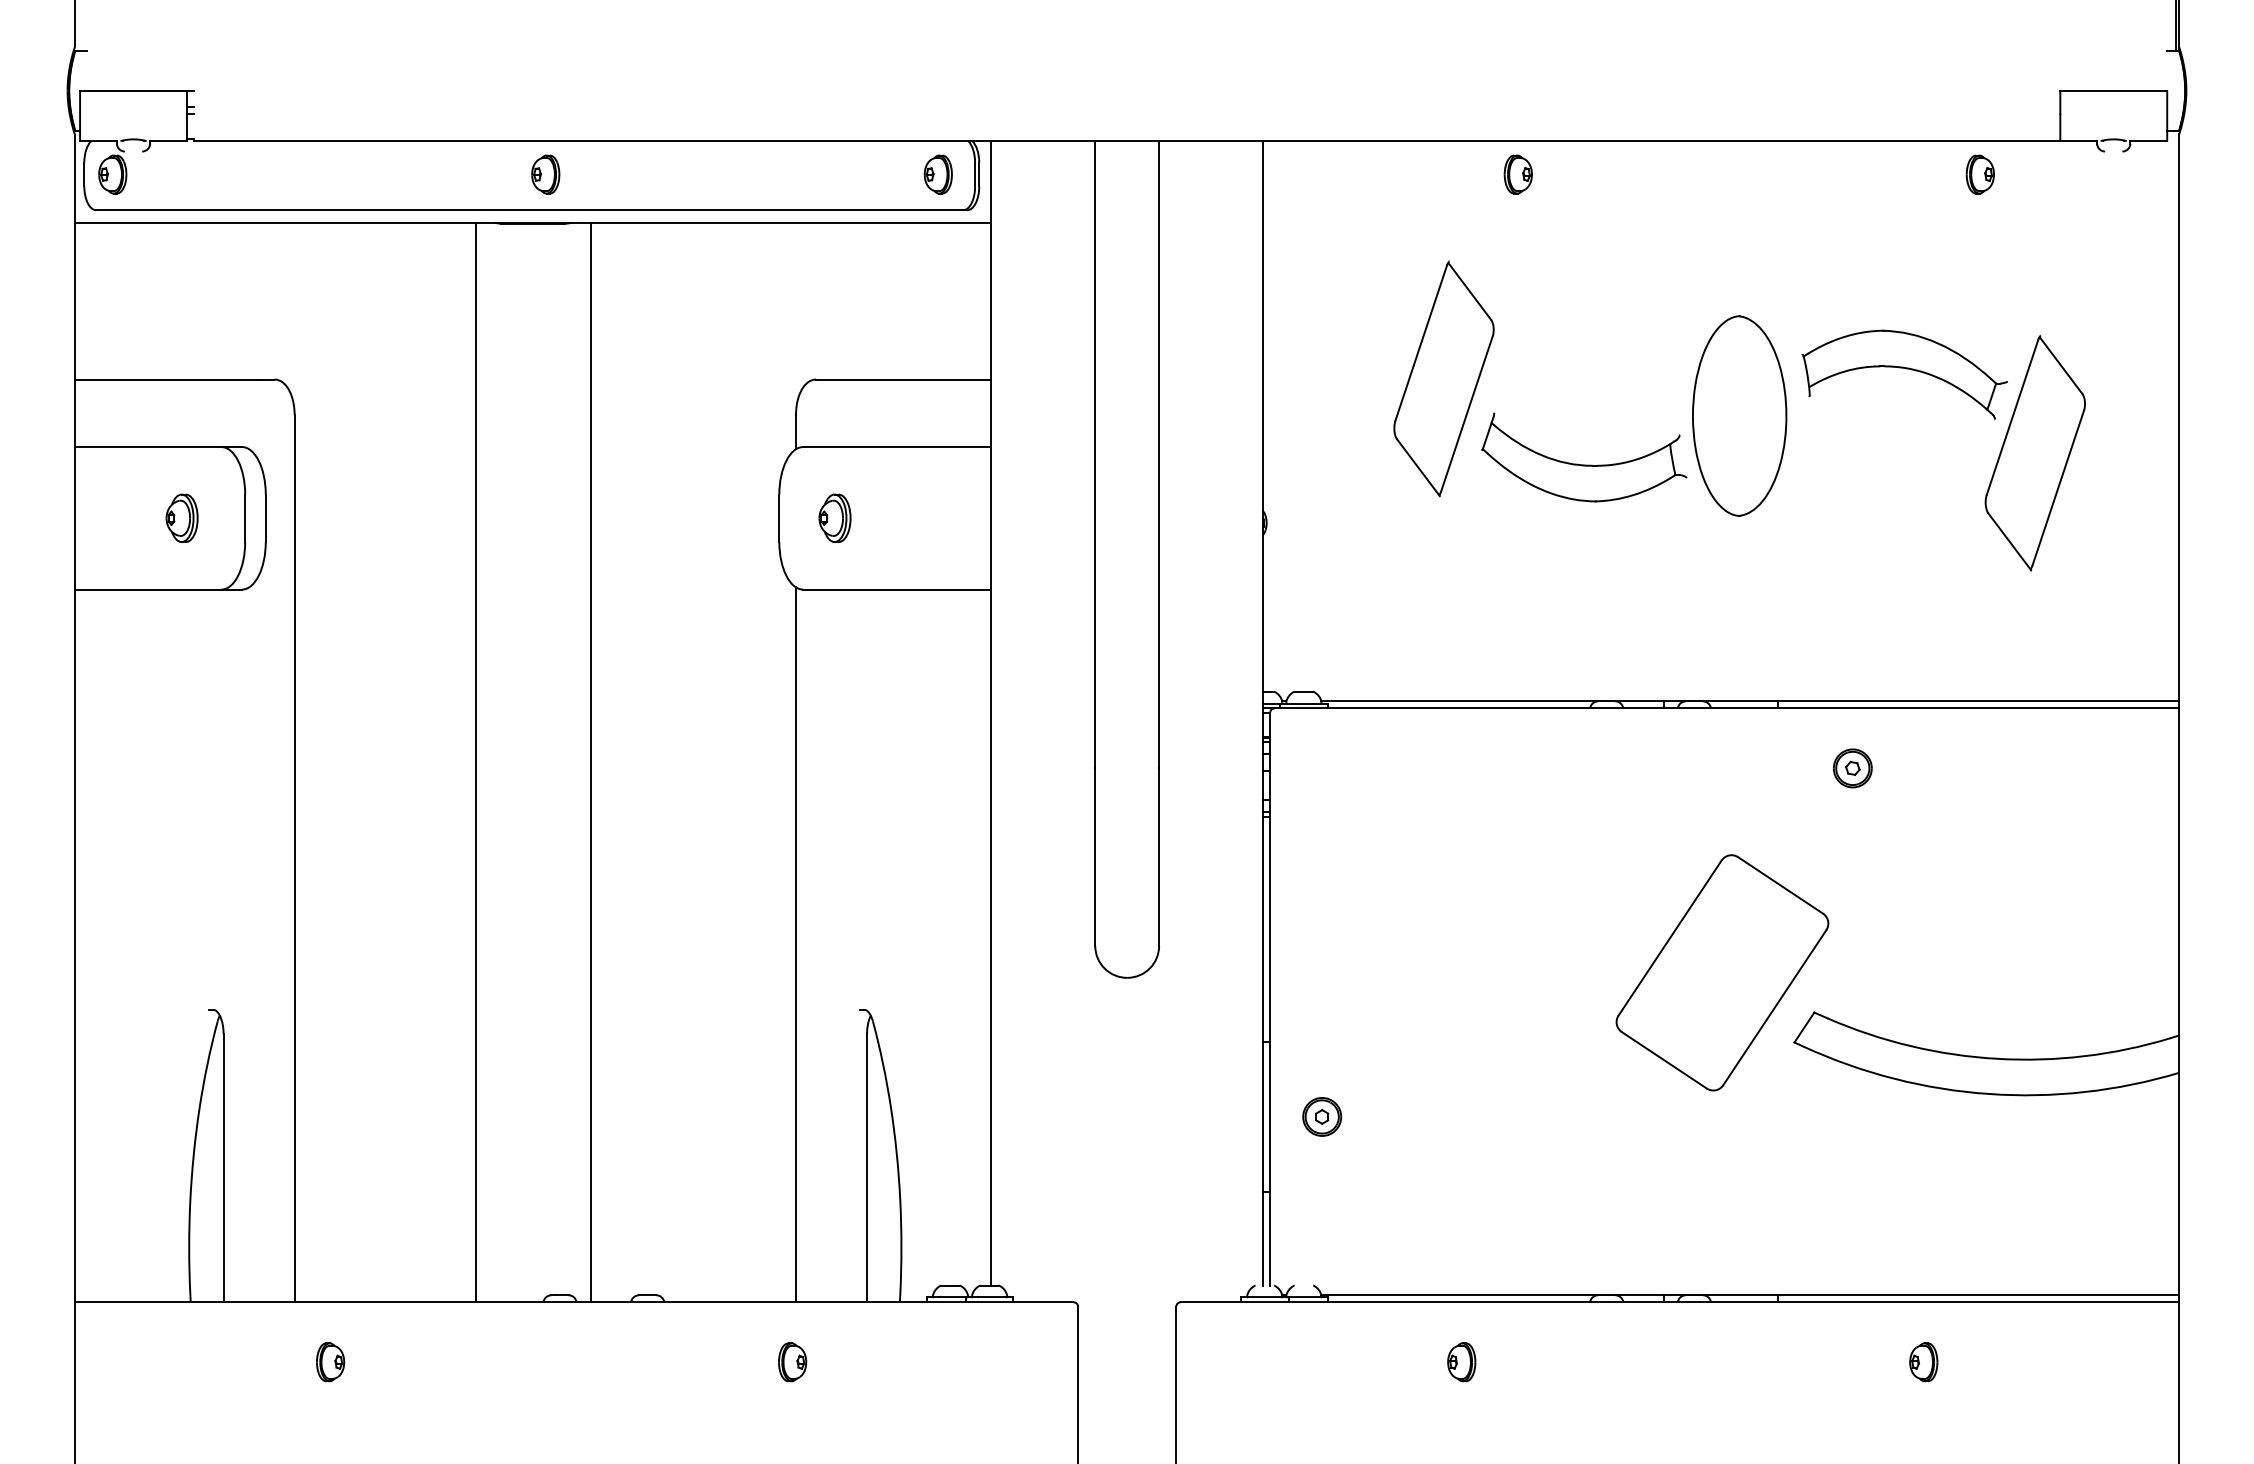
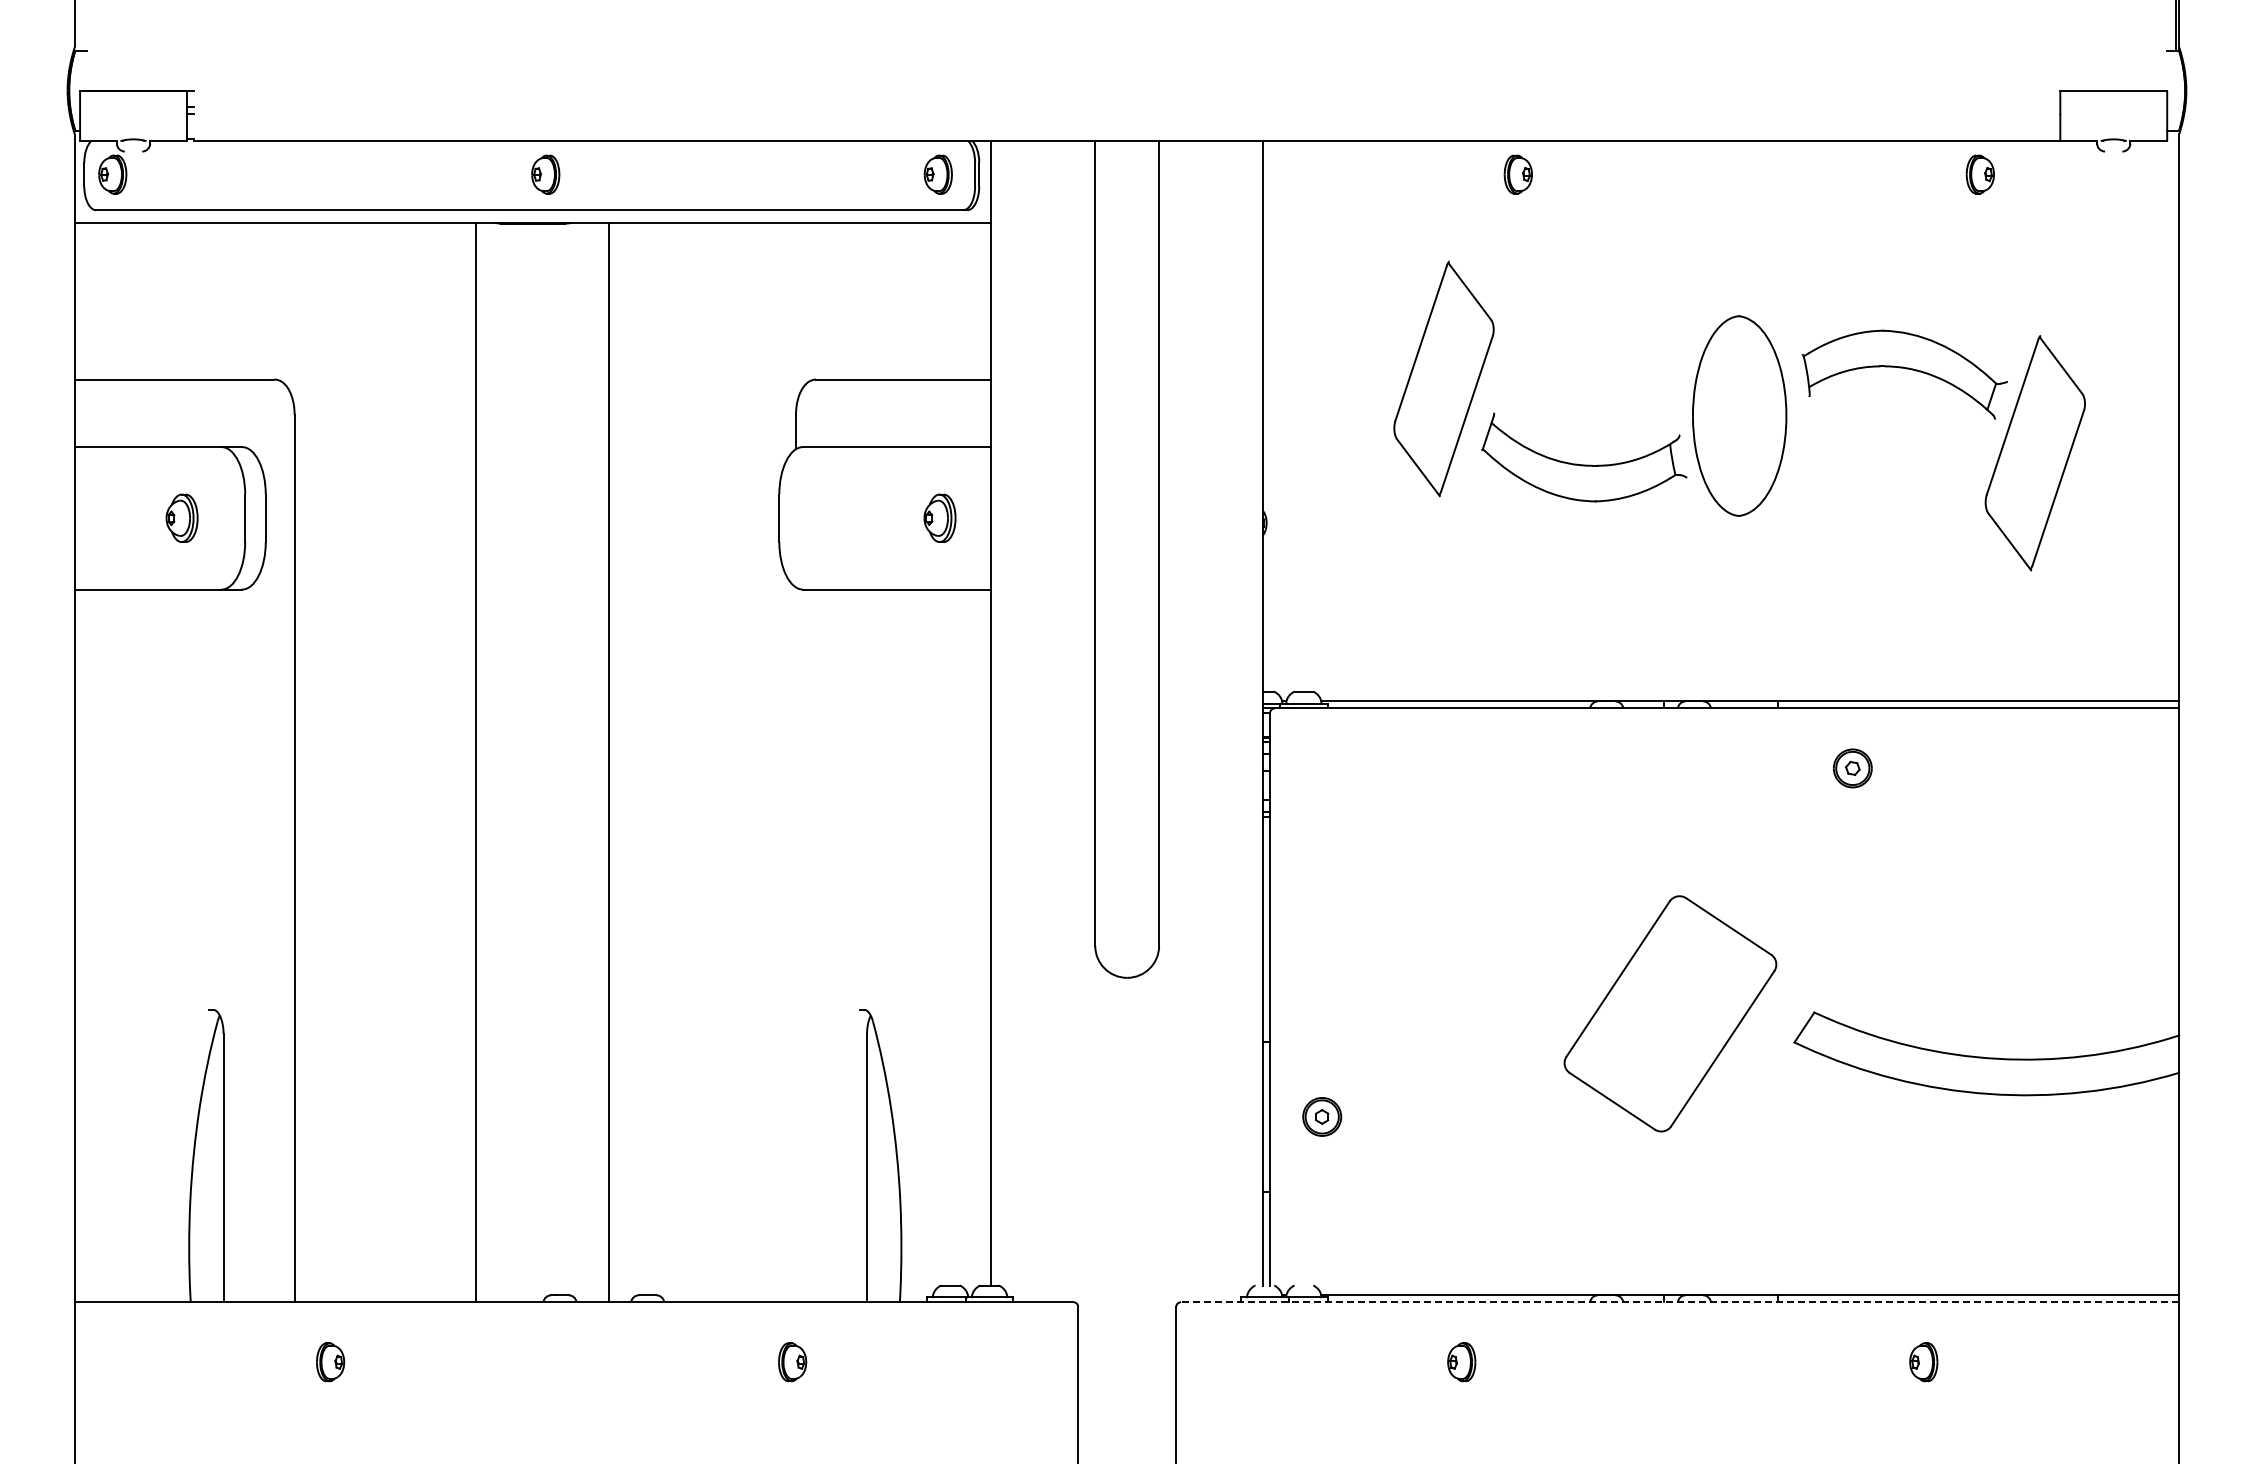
part at (834, 517) position: (834, 517) -> (939, 517)
line at (590, 762) position: (590, 762) -> (608, 762)
line at (795, 944): present -> none
part at (1722, 972) position: (1722, 972) -> (1670, 1013)
line at (1679, 1302): solid -> dashed
